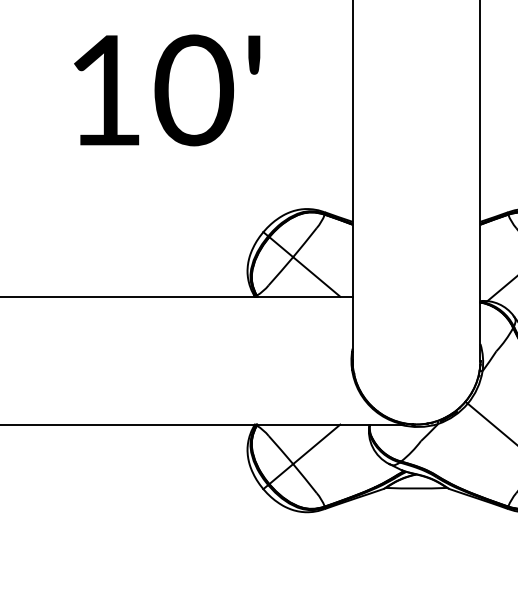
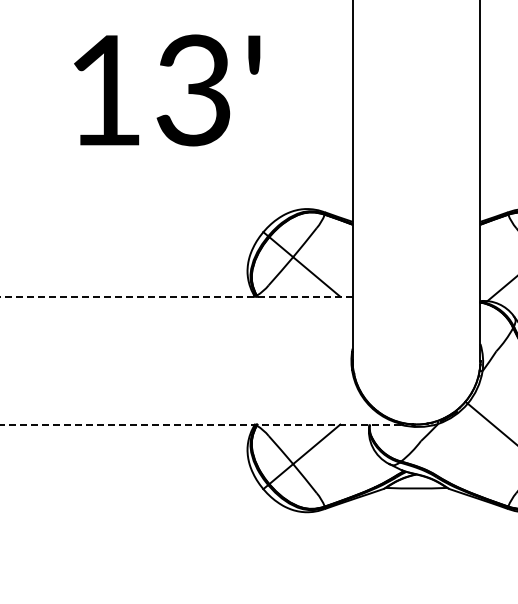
text at (194, 90): 10' -> 13'
line at (176, 296): solid -> dashed
line at (202, 424): solid -> dashed
